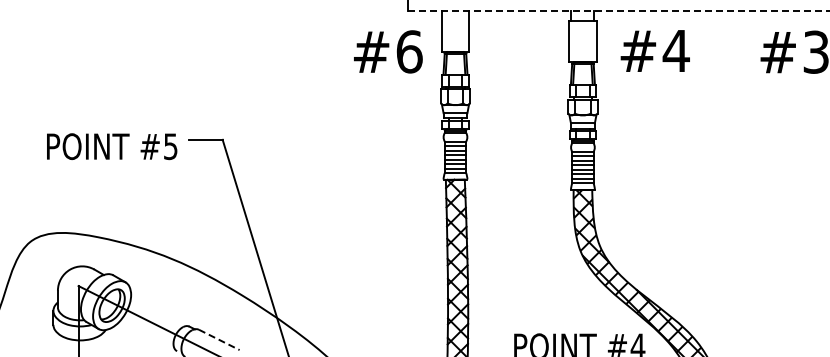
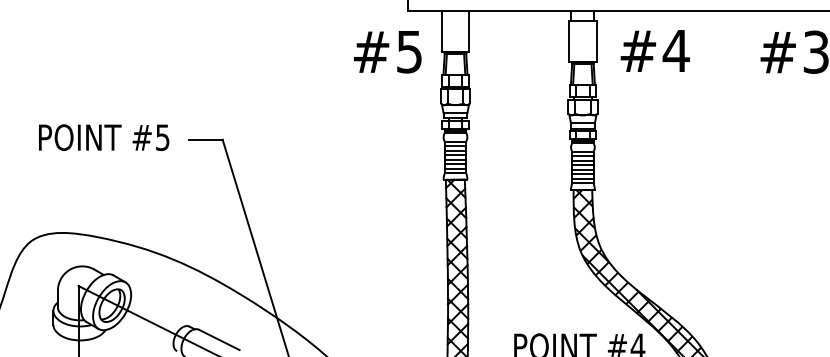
line at (618, 11): dashed -> solid
text at (409, 51): #6 -> #5
text at (112, 146) position: (112, 146) -> (104, 137)
line at (219, 339): dashed -> solid
